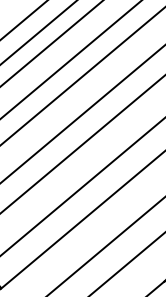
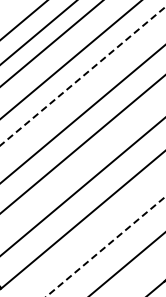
line at (82, 76): solid -> dashed
line at (105, 246): solid -> dashed
